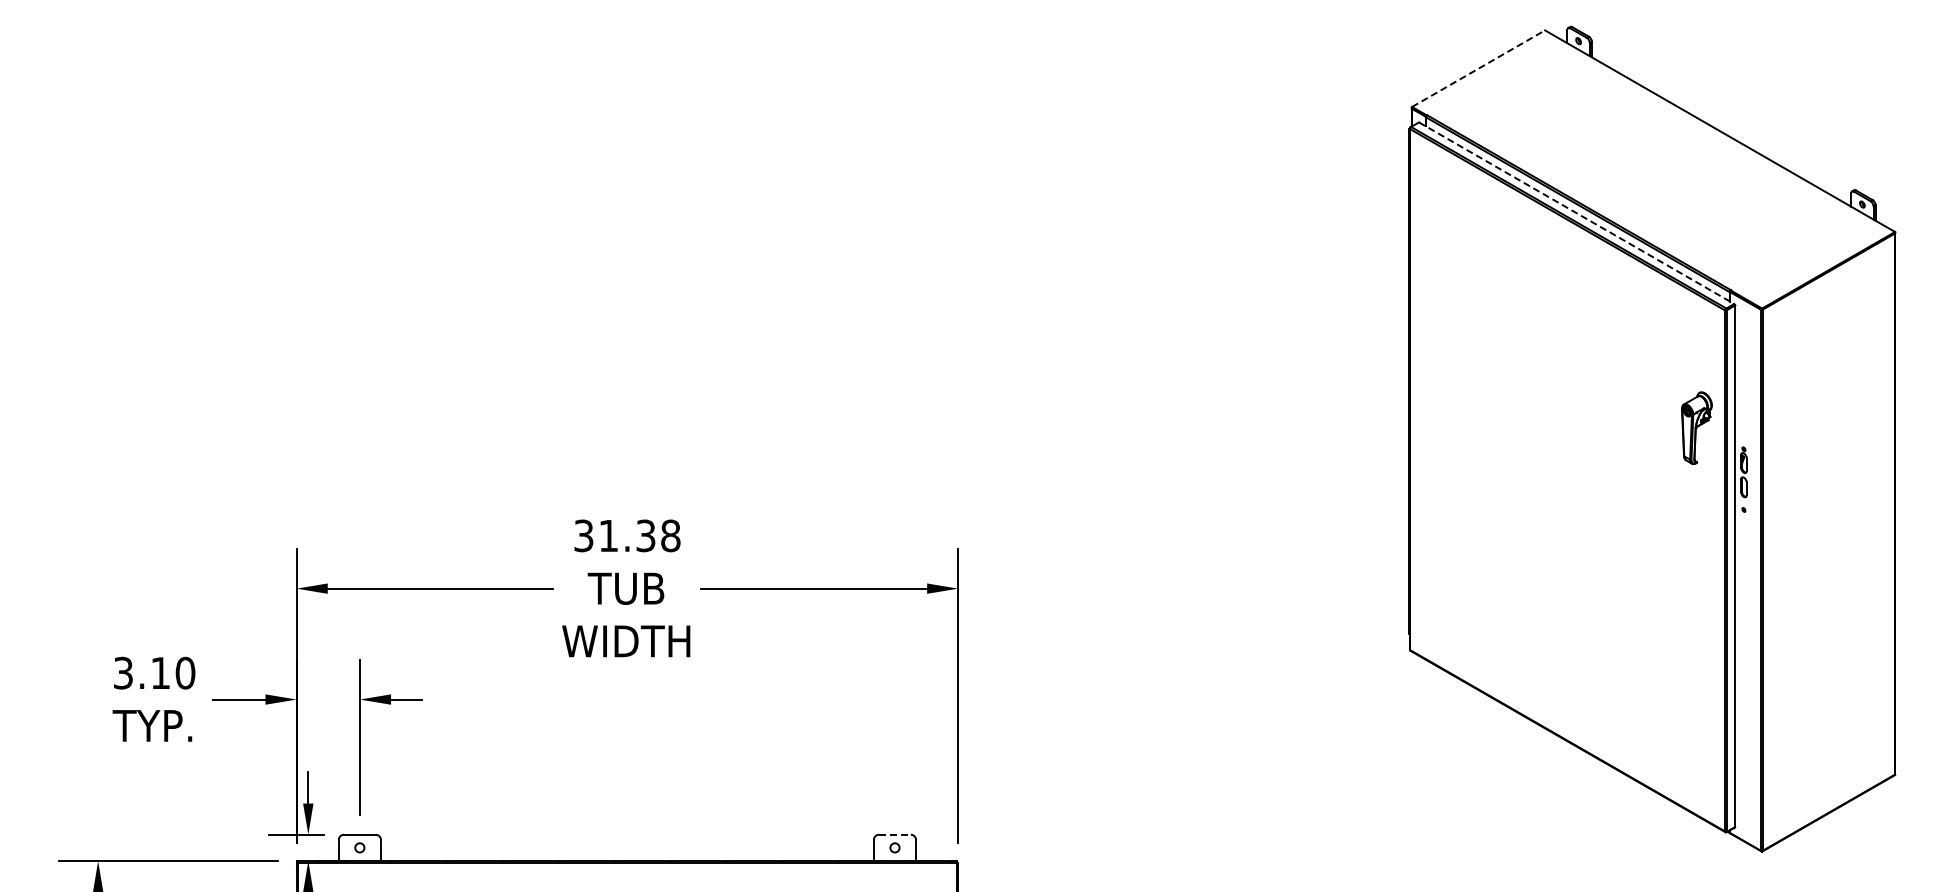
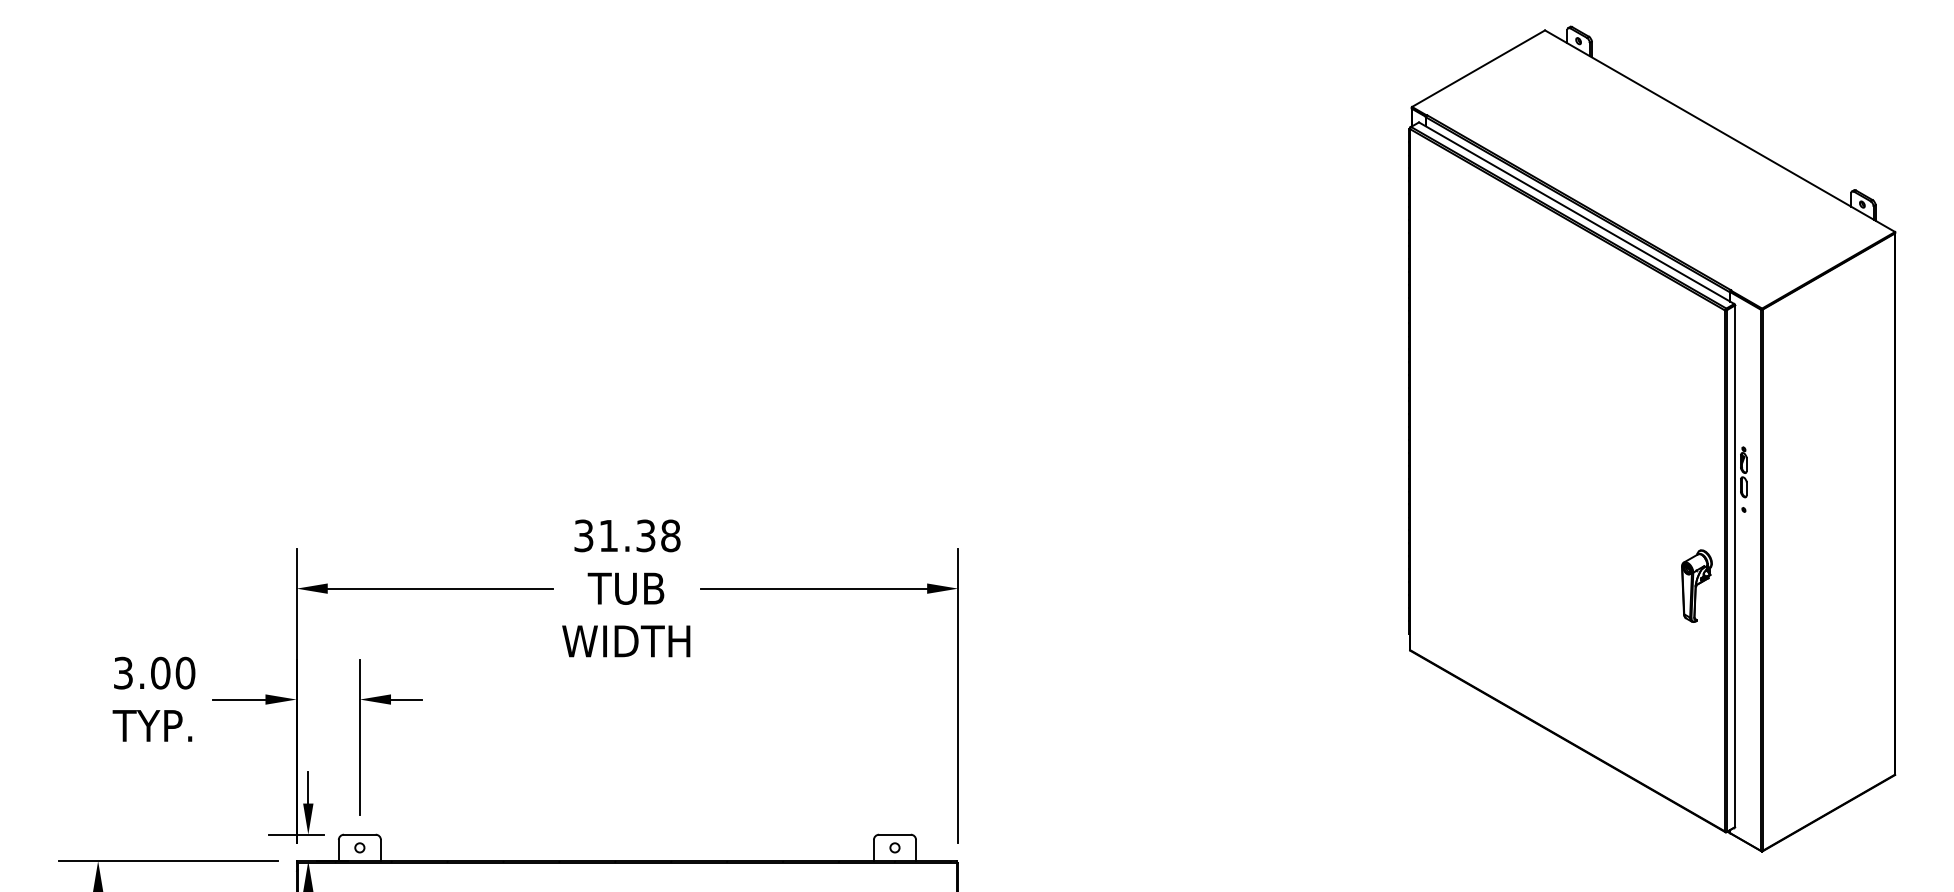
line at (1478, 68): dashed -> solid
line at (1576, 213): dashed -> solid
part at (1696, 427) position: (1696, 427) -> (1696, 585)
text at (160, 672): 3.10 -> 3.00
line at (894, 834): dashed -> solid
